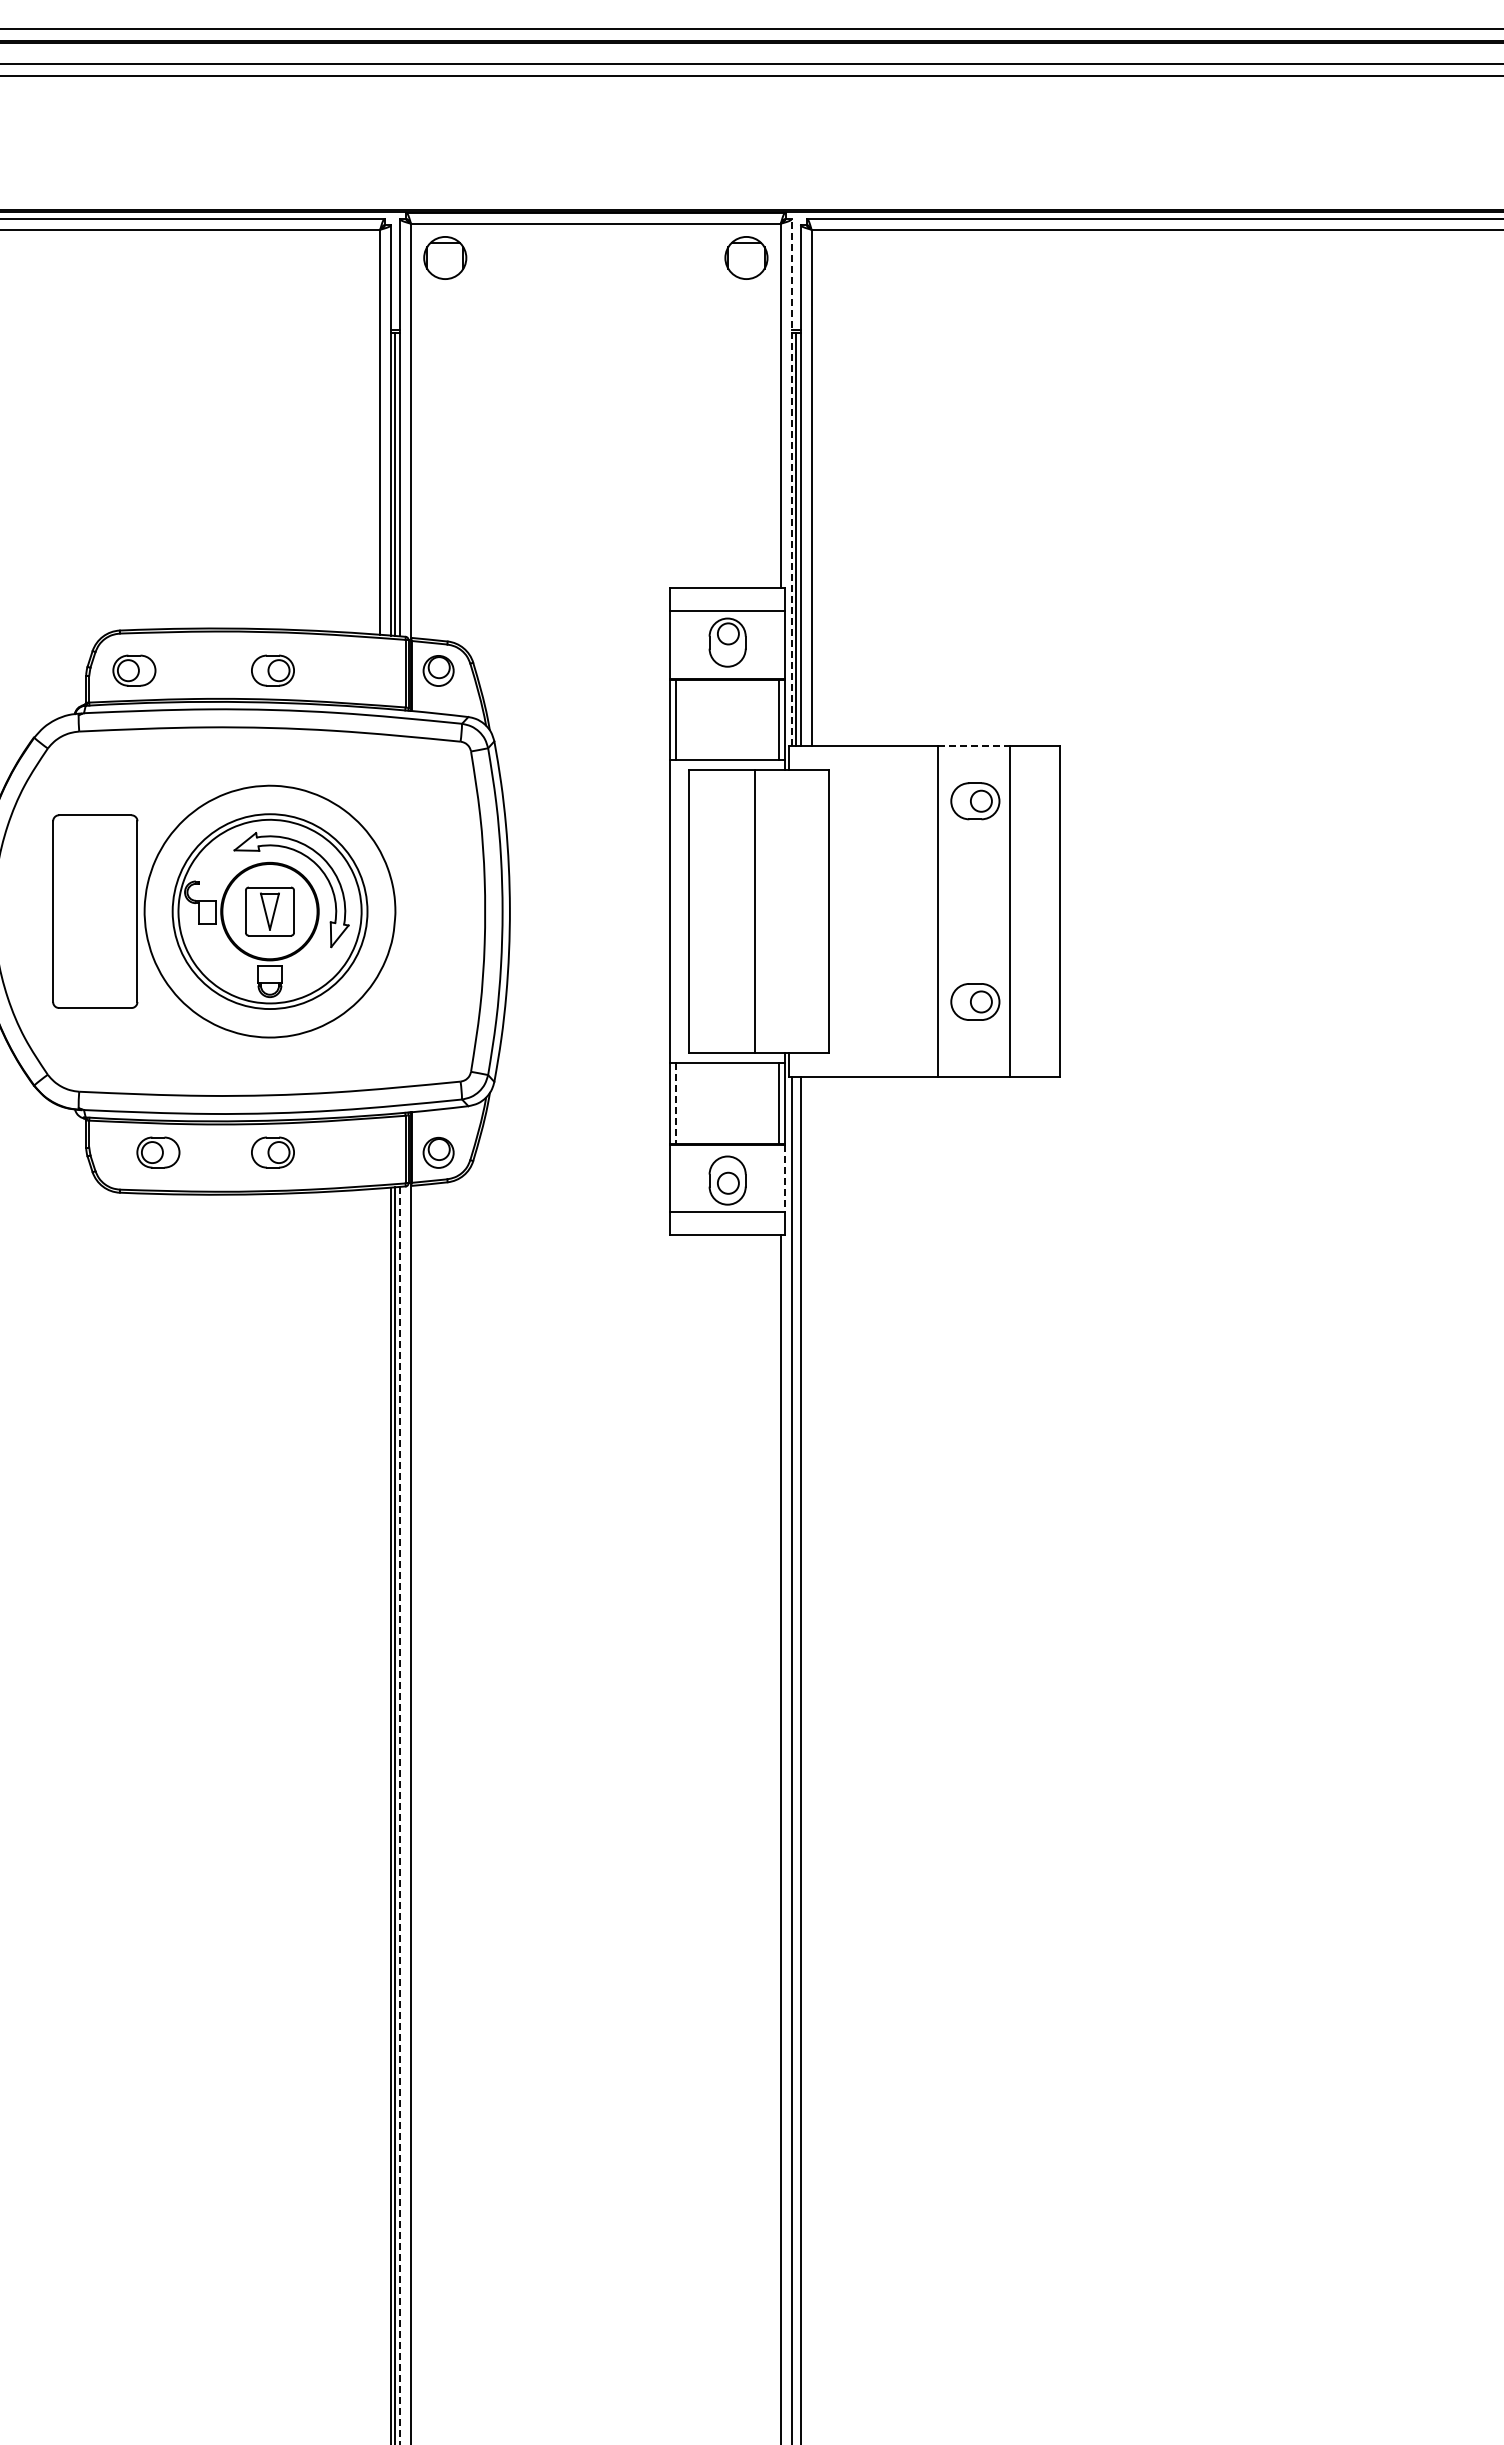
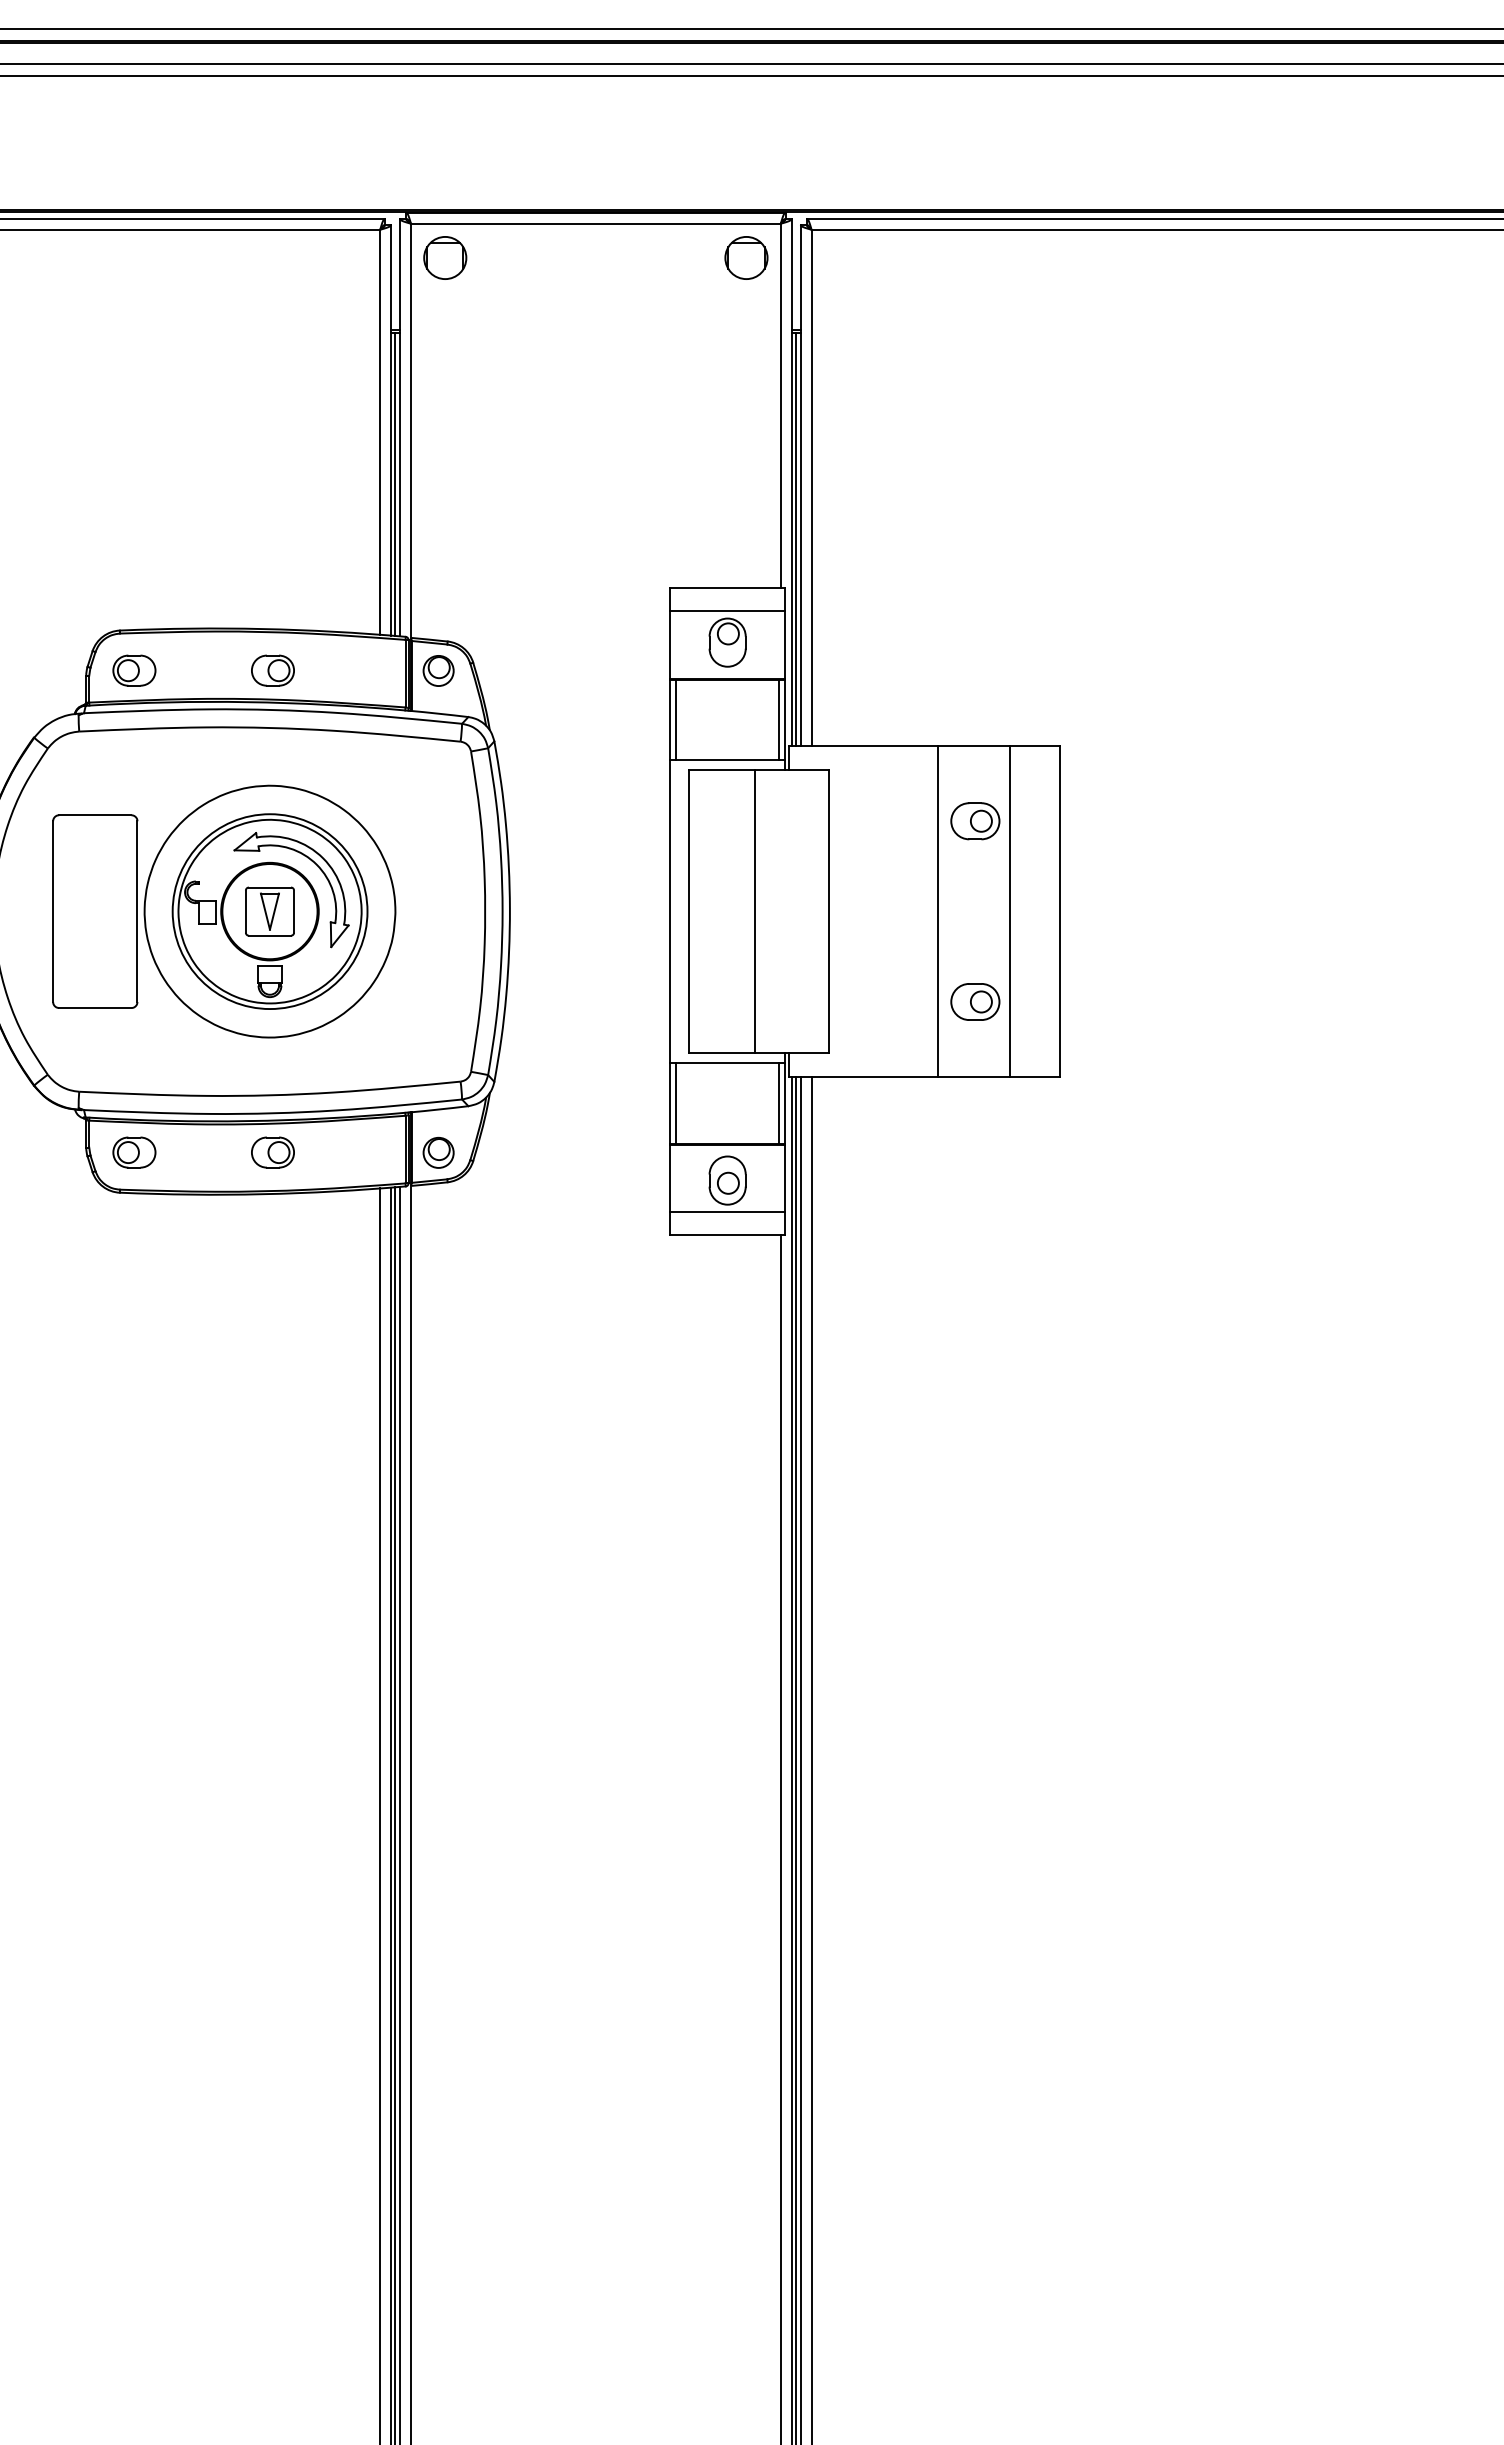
line at (791, 482): dashed -> solid
line at (974, 745): dashed -> solid
part at (975, 801) position: (975, 801) -> (975, 821)
line at (676, 1104): dashed -> solid
part at (158, 1152) position: (158, 1152) -> (134, 1152)
line at (784, 1178): dashed -> solid
line at (796, 1759): none -> present
line at (811, 1759): none -> present
line at (380, 1814): none -> present
line at (400, 1815): dashed -> solid
